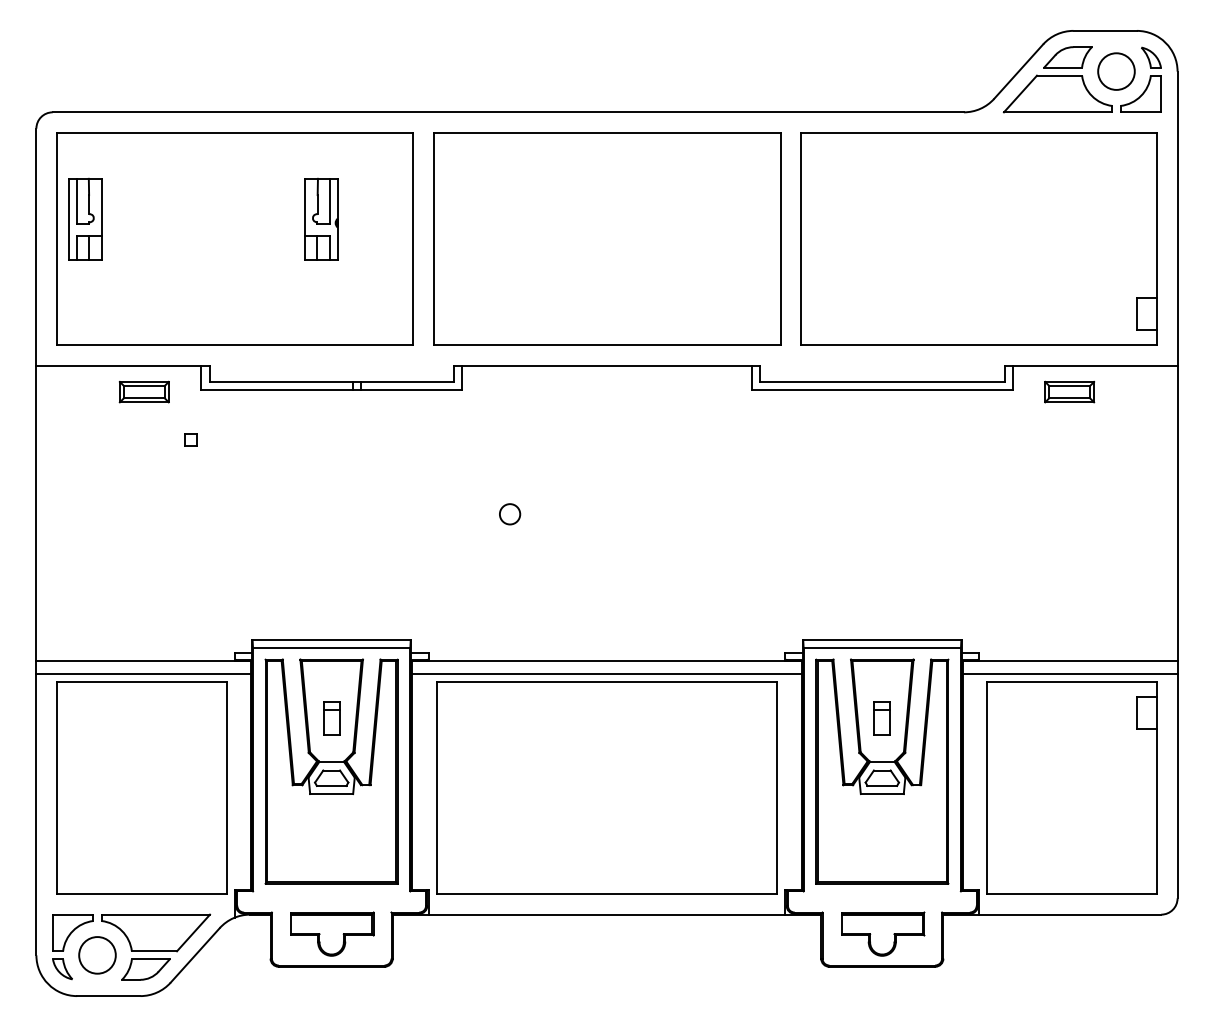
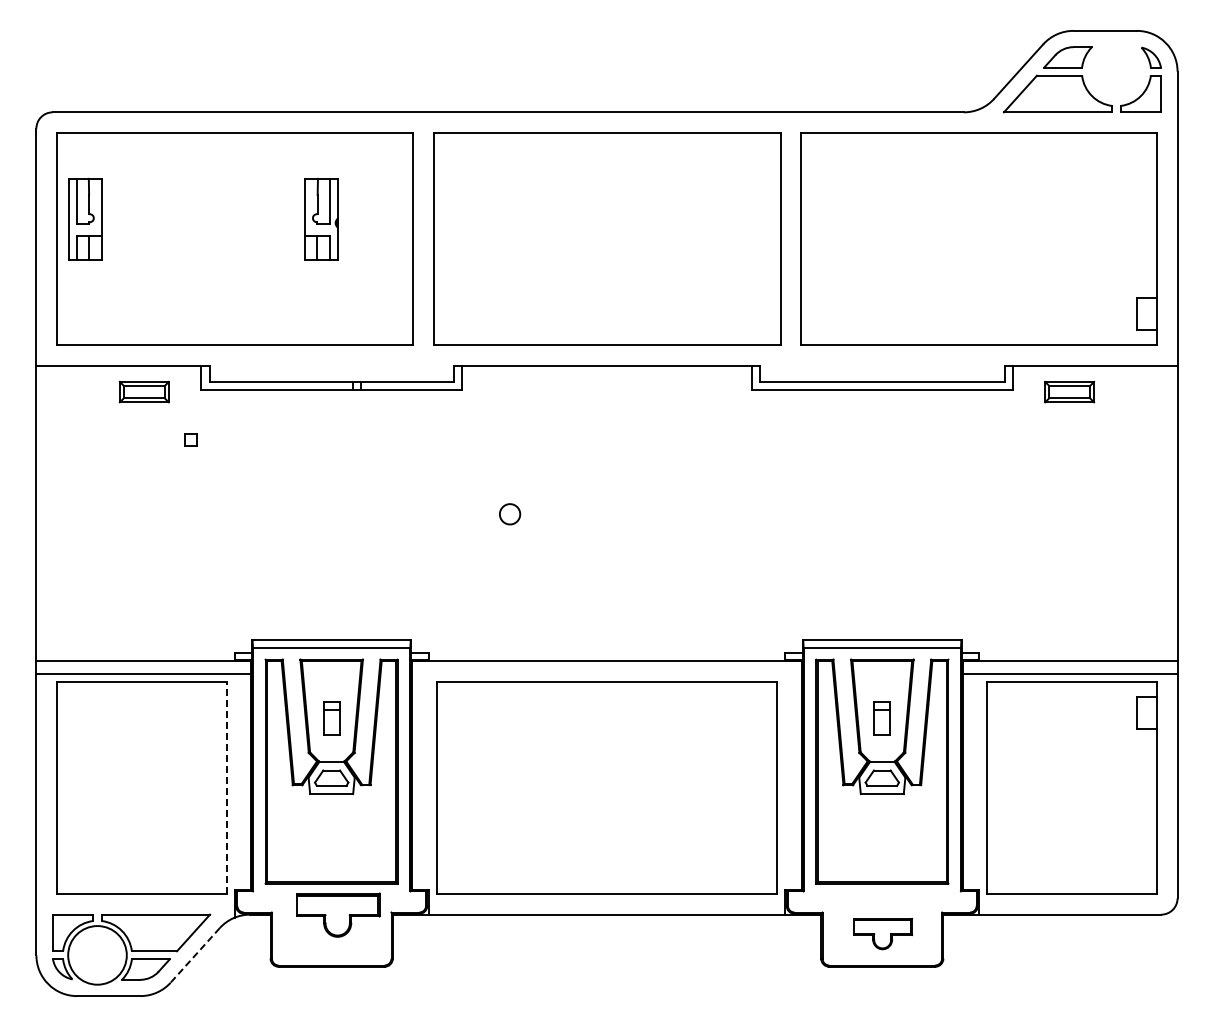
circle at (1116, 71): present -> none
line at (606, 673): present -> none
line at (226, 787): solid -> dashed
part at (332, 933) position: (332, 933) -> (338, 914)
part at (883, 933) size: 85x46 px -> 60x33 px
circle at (97, 955) diameter: 37 px -> 59 px
line at (195, 955): solid -> dashed
